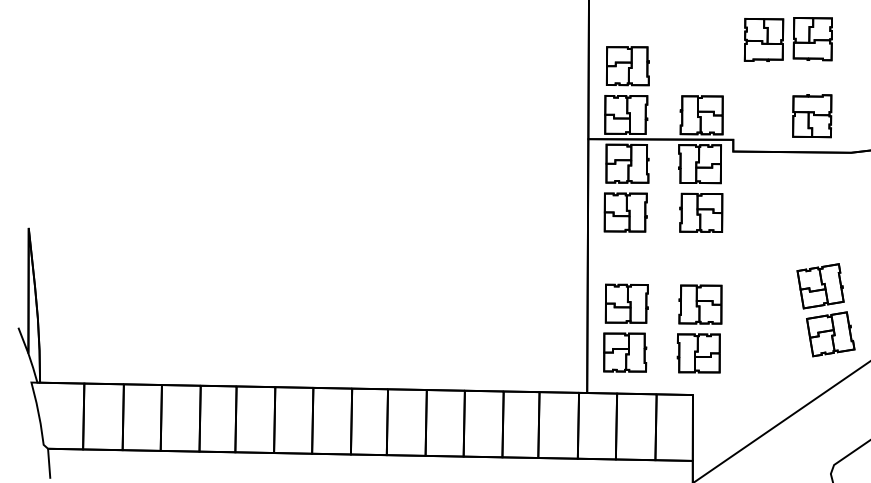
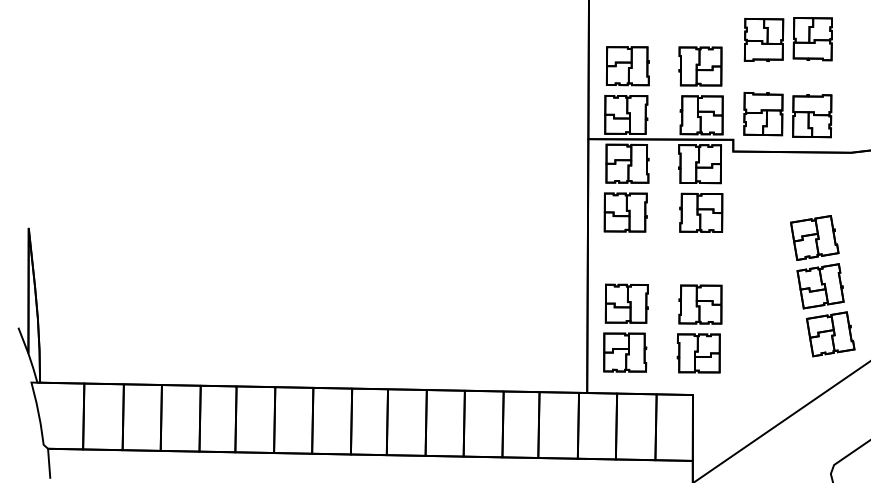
part at (700, 66): none -> present
part at (763, 114): none -> present
part at (814, 237): none -> present
